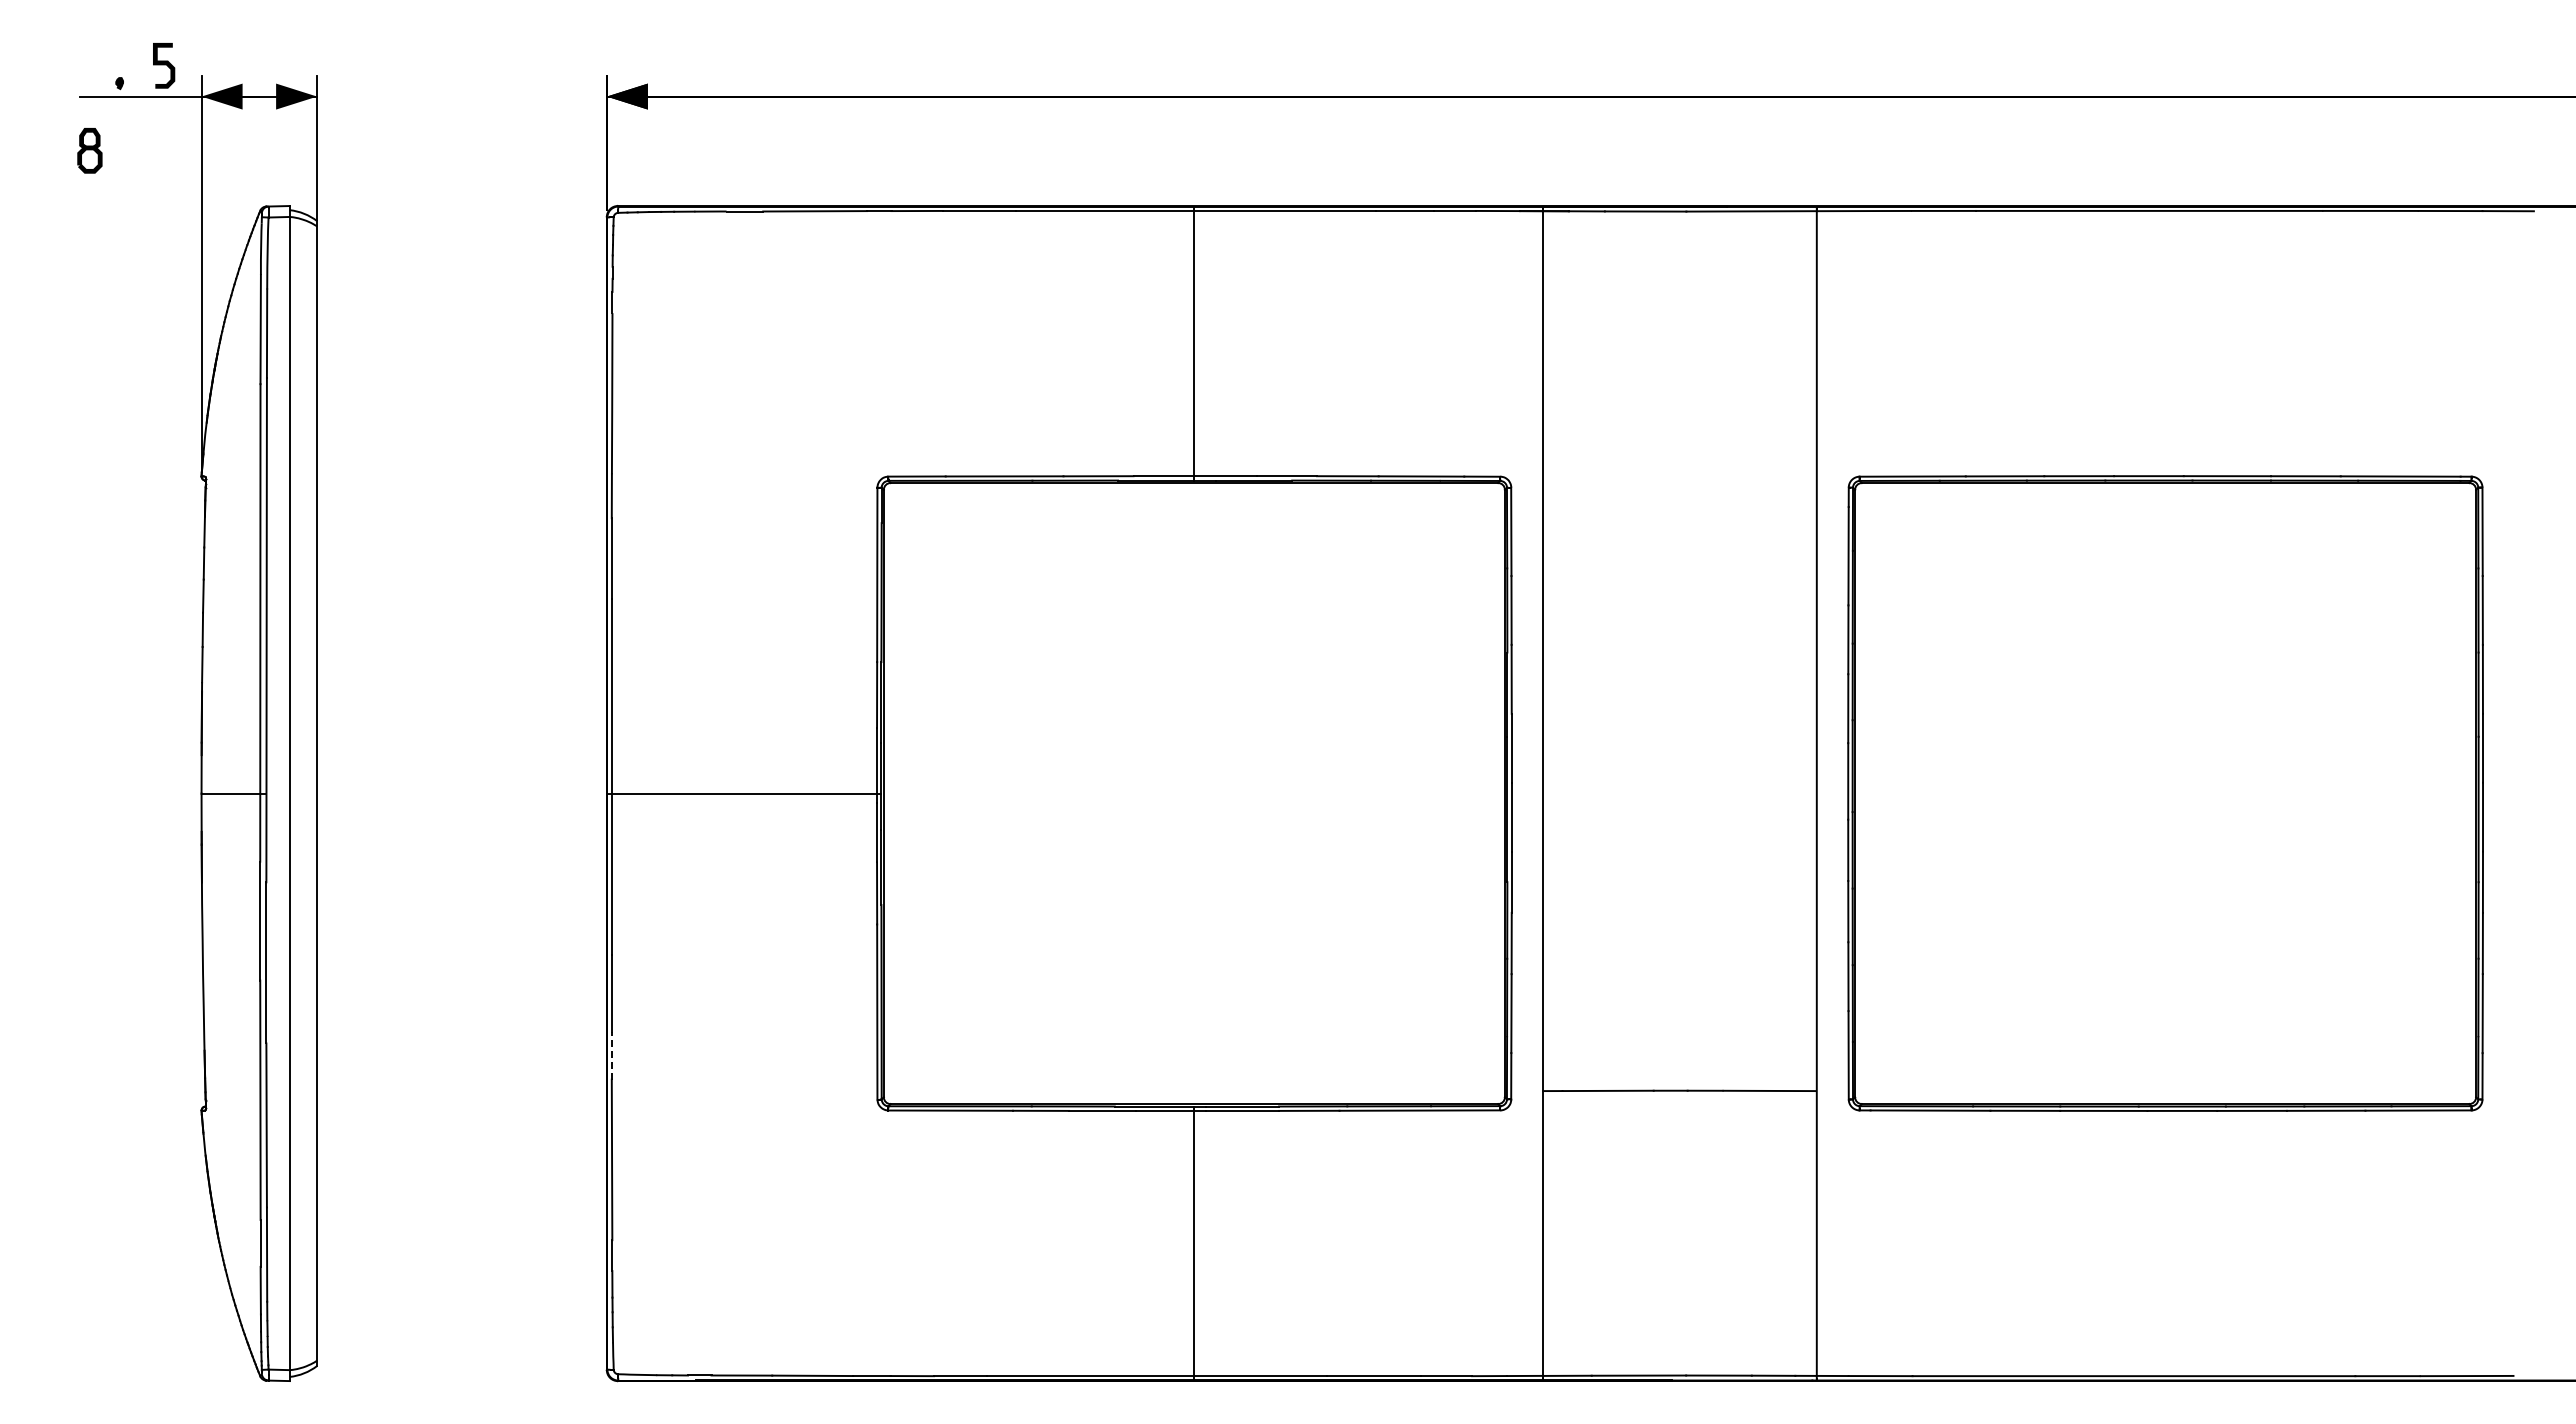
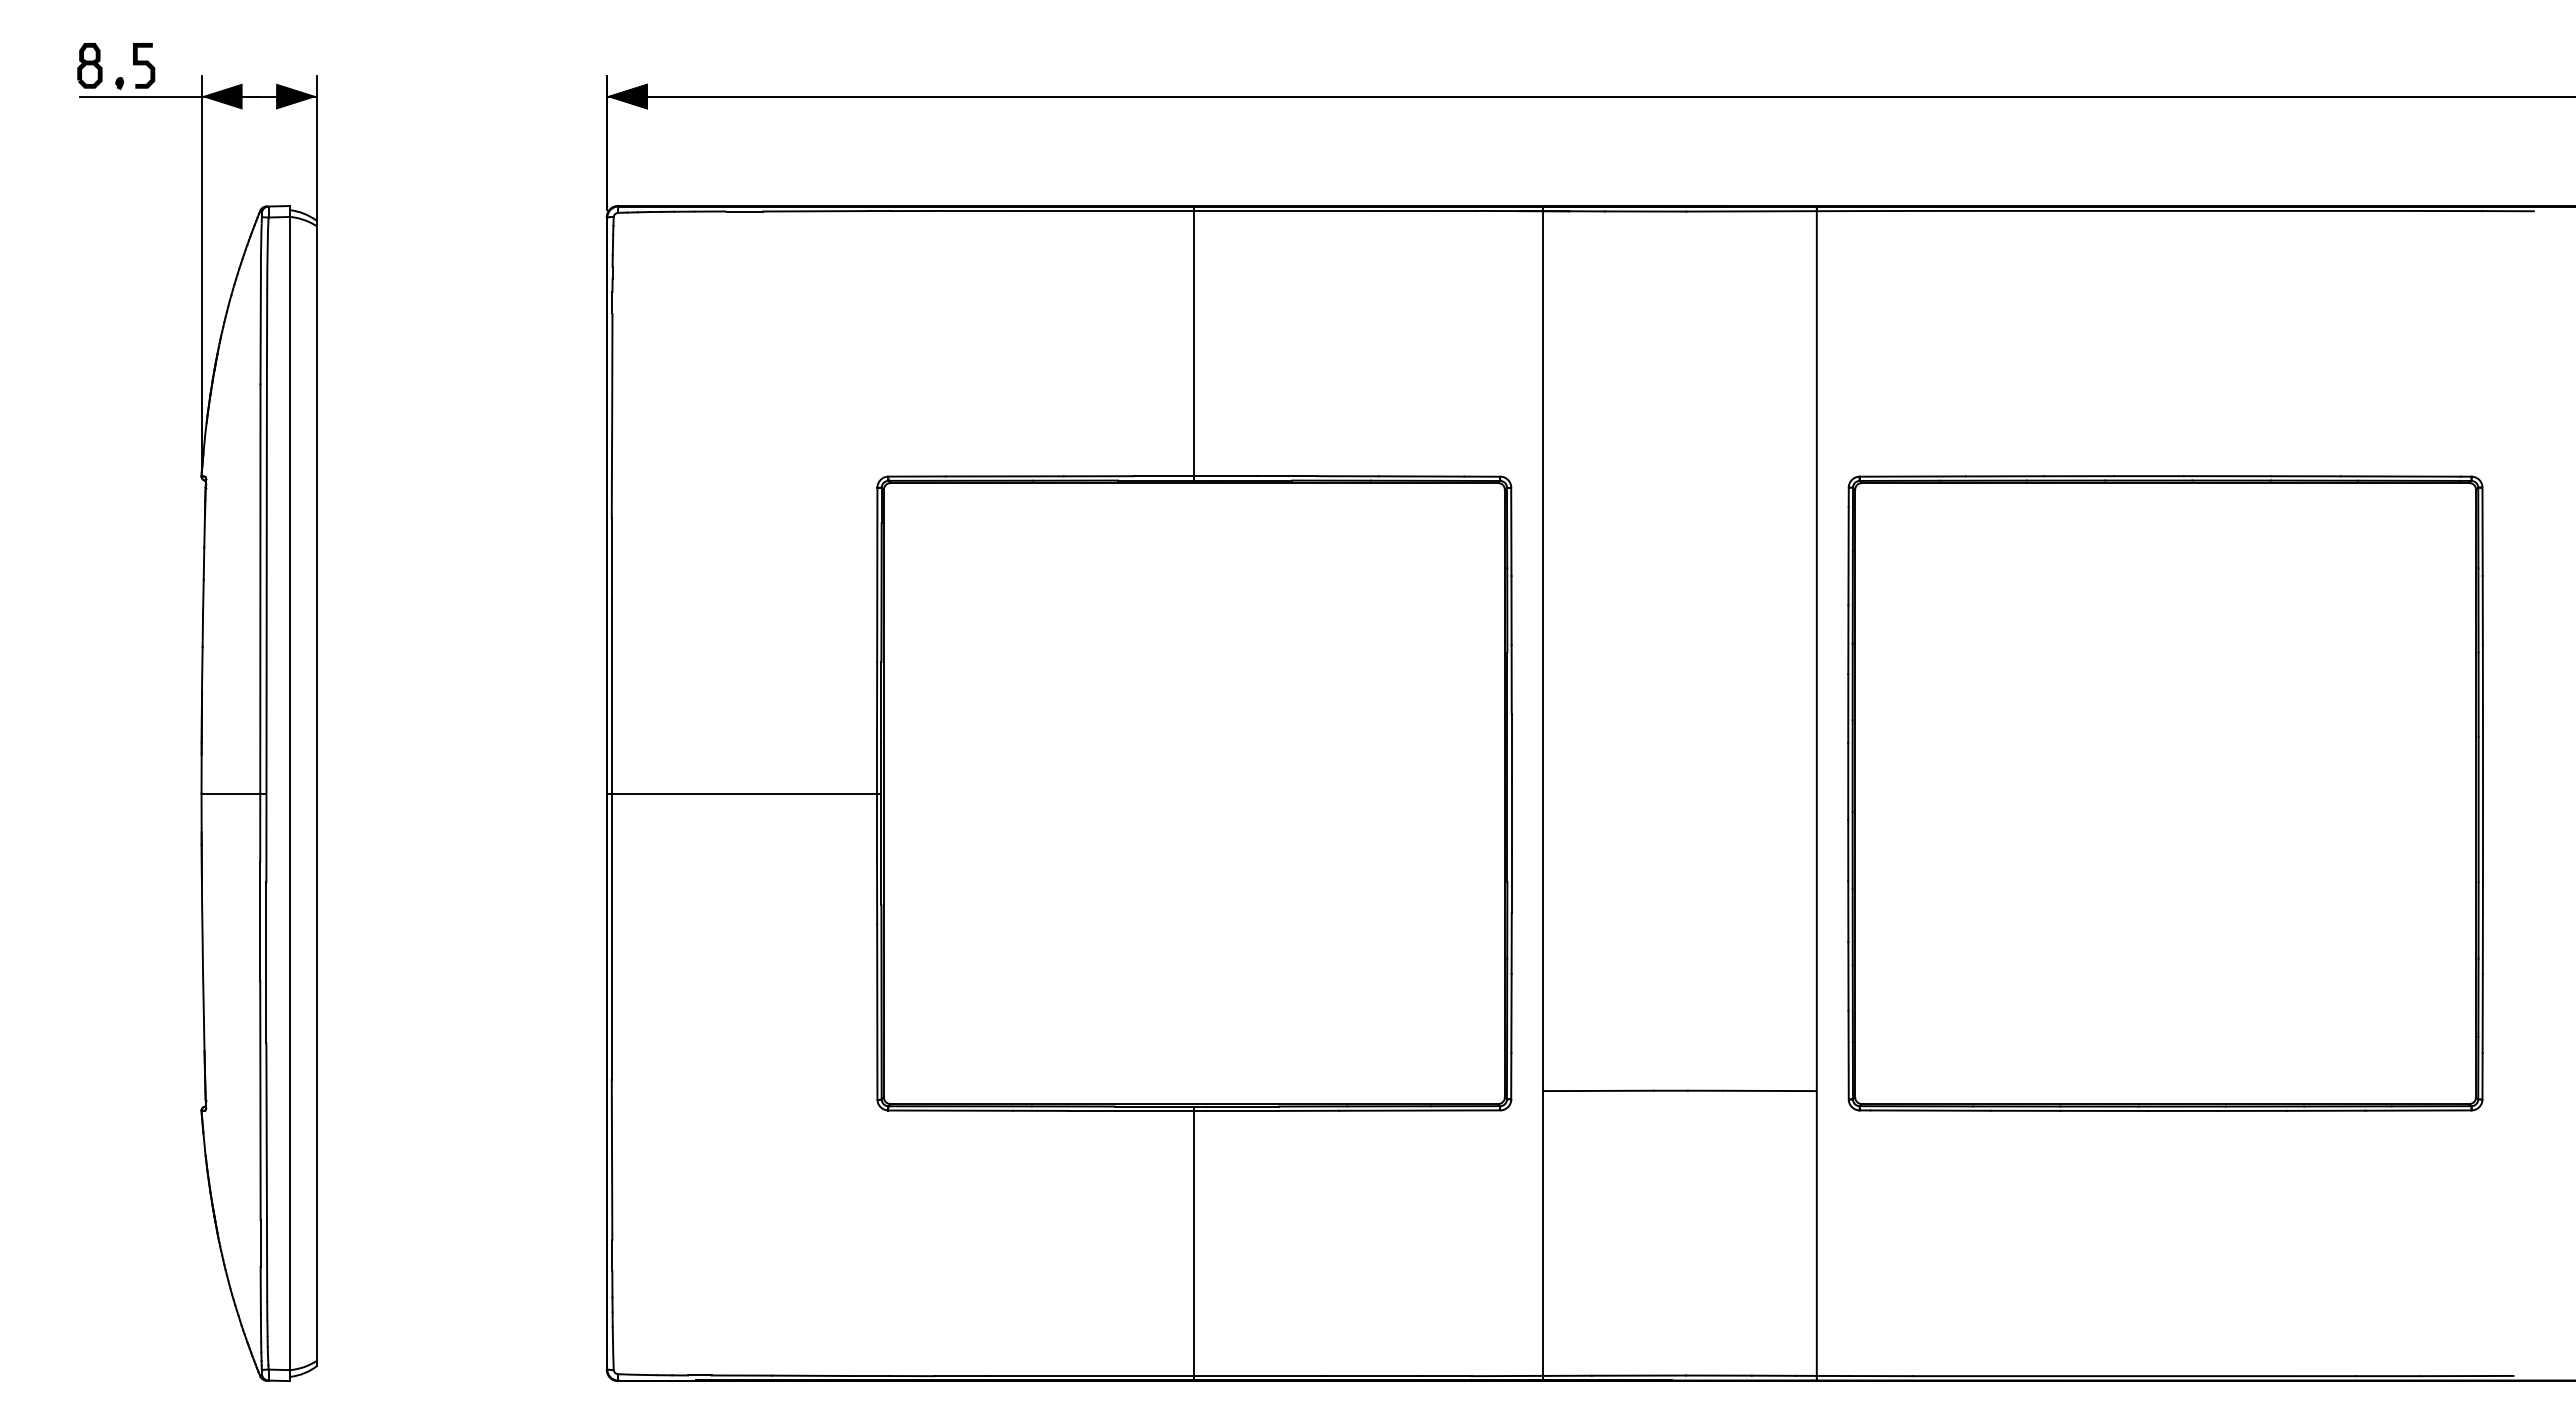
curve at (164, 65) position: (164, 65) -> (144, 65)
part at (89, 150) position: (89, 150) -> (89, 65)
line at (611, 1055): dashed -> solid
